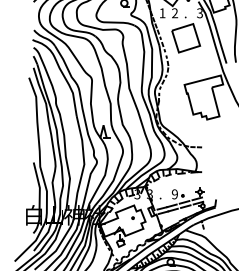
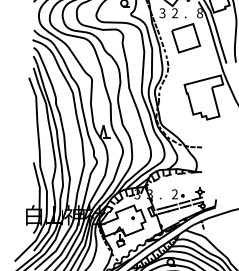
text at (162, 13): 1 -> 3
text at (200, 13): 3 -> 8
text at (174, 194): 9 -> 2
